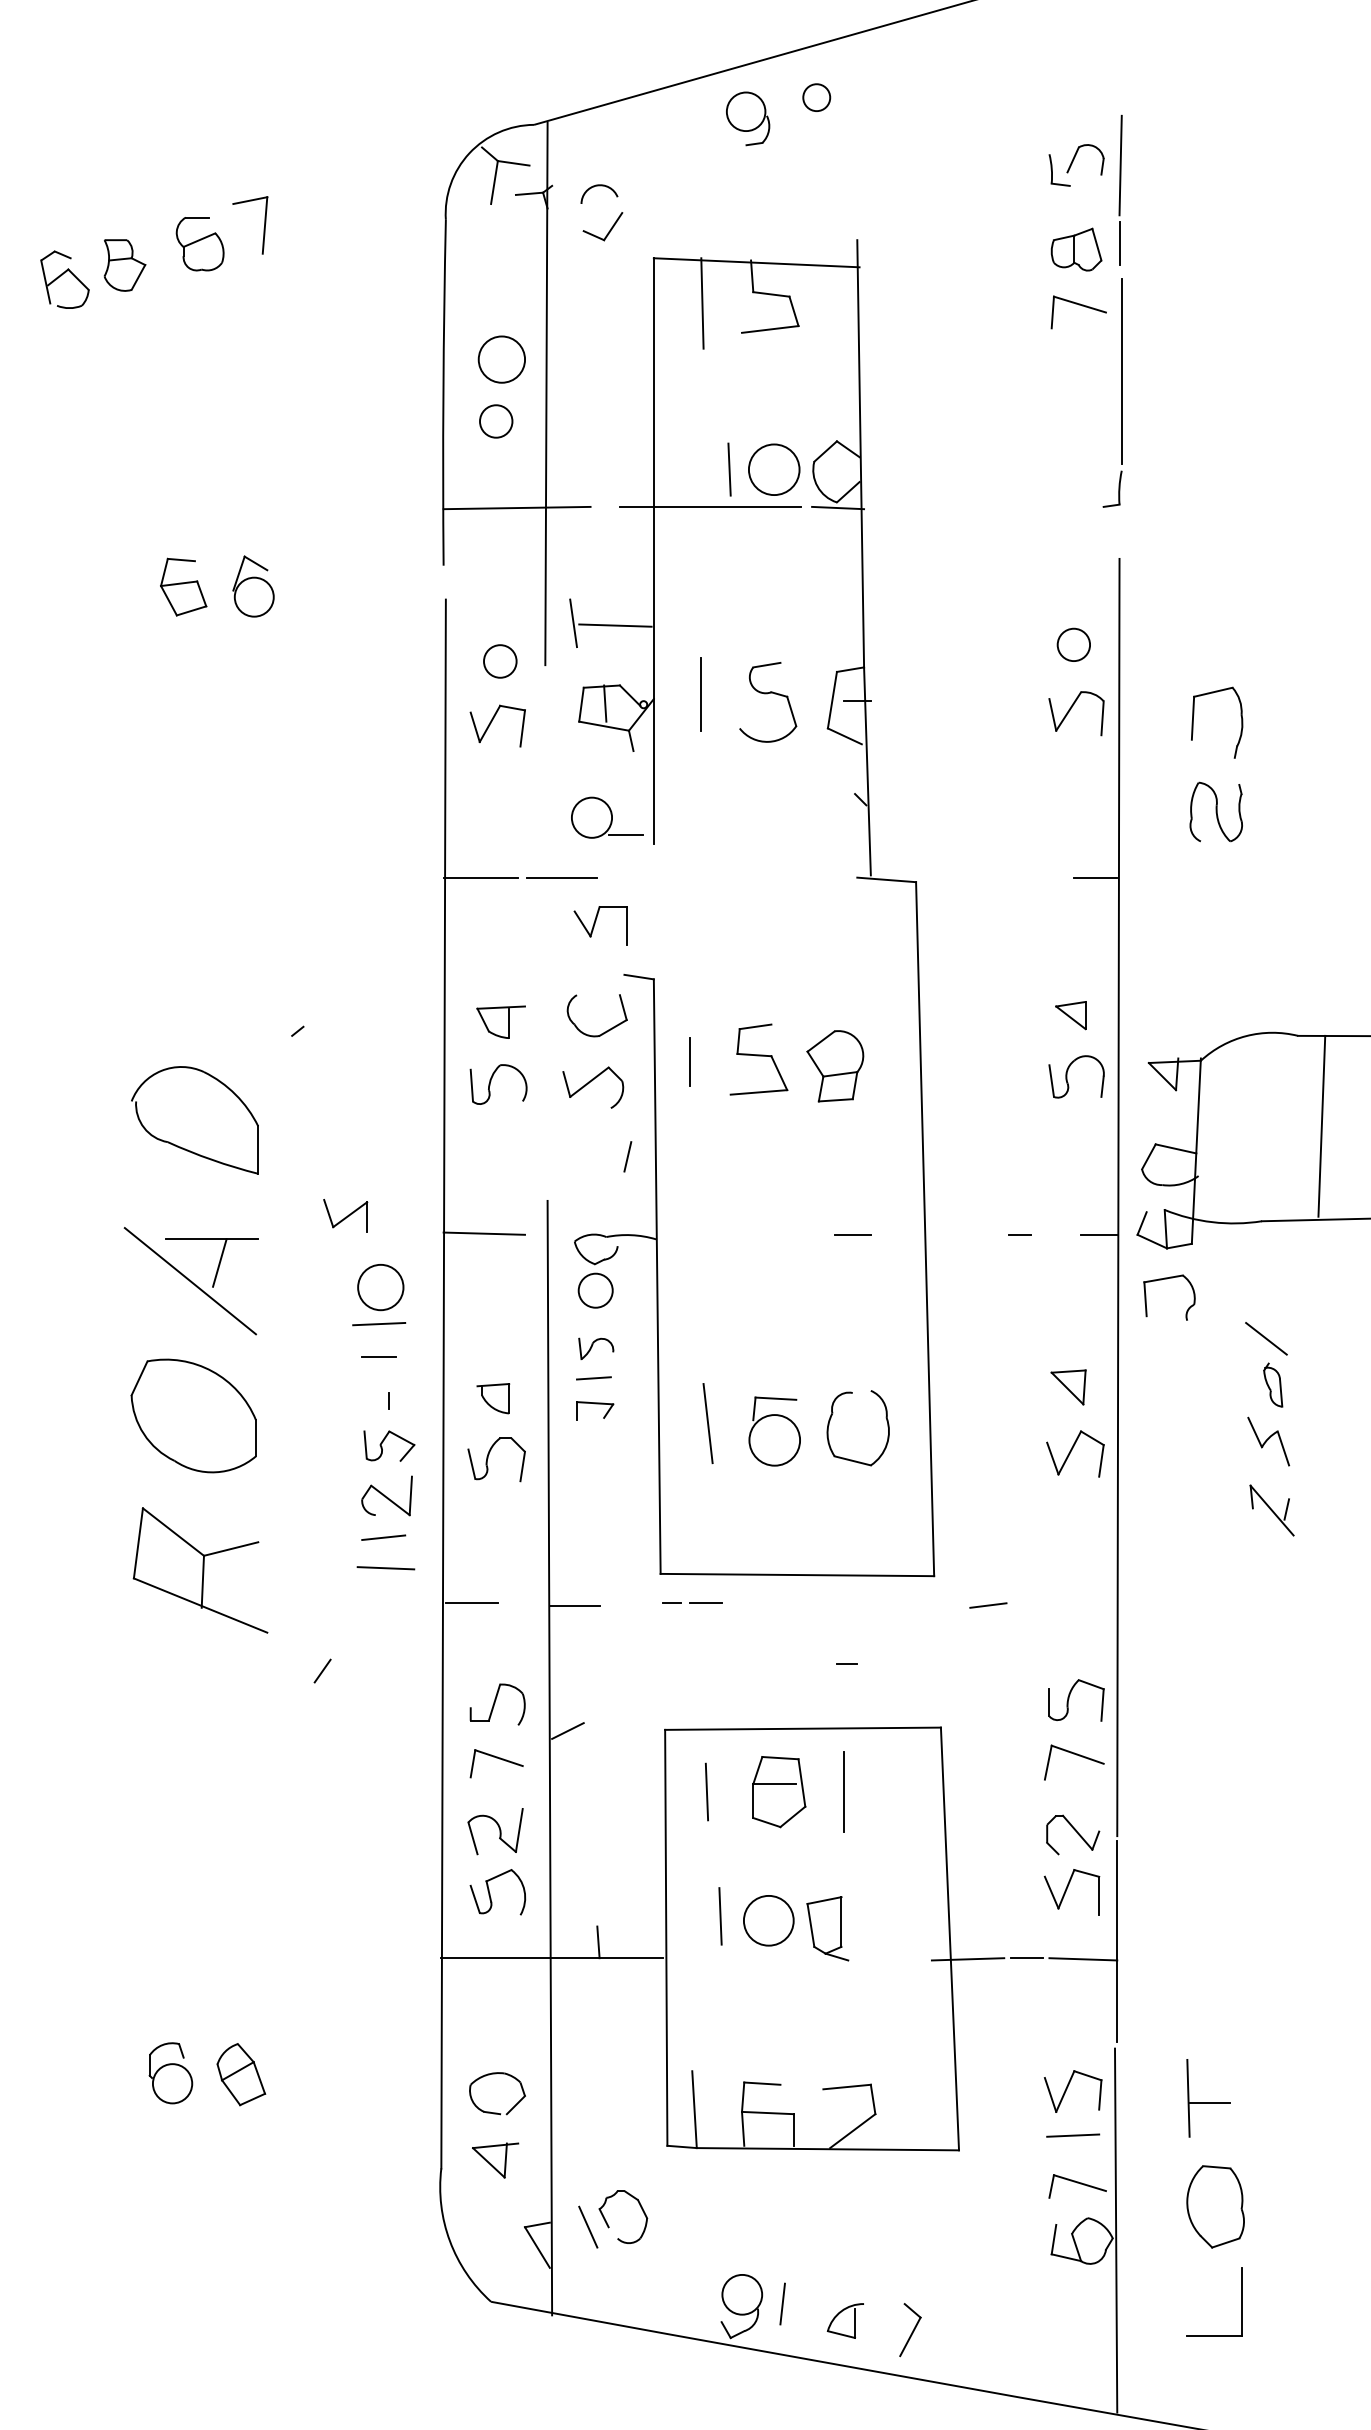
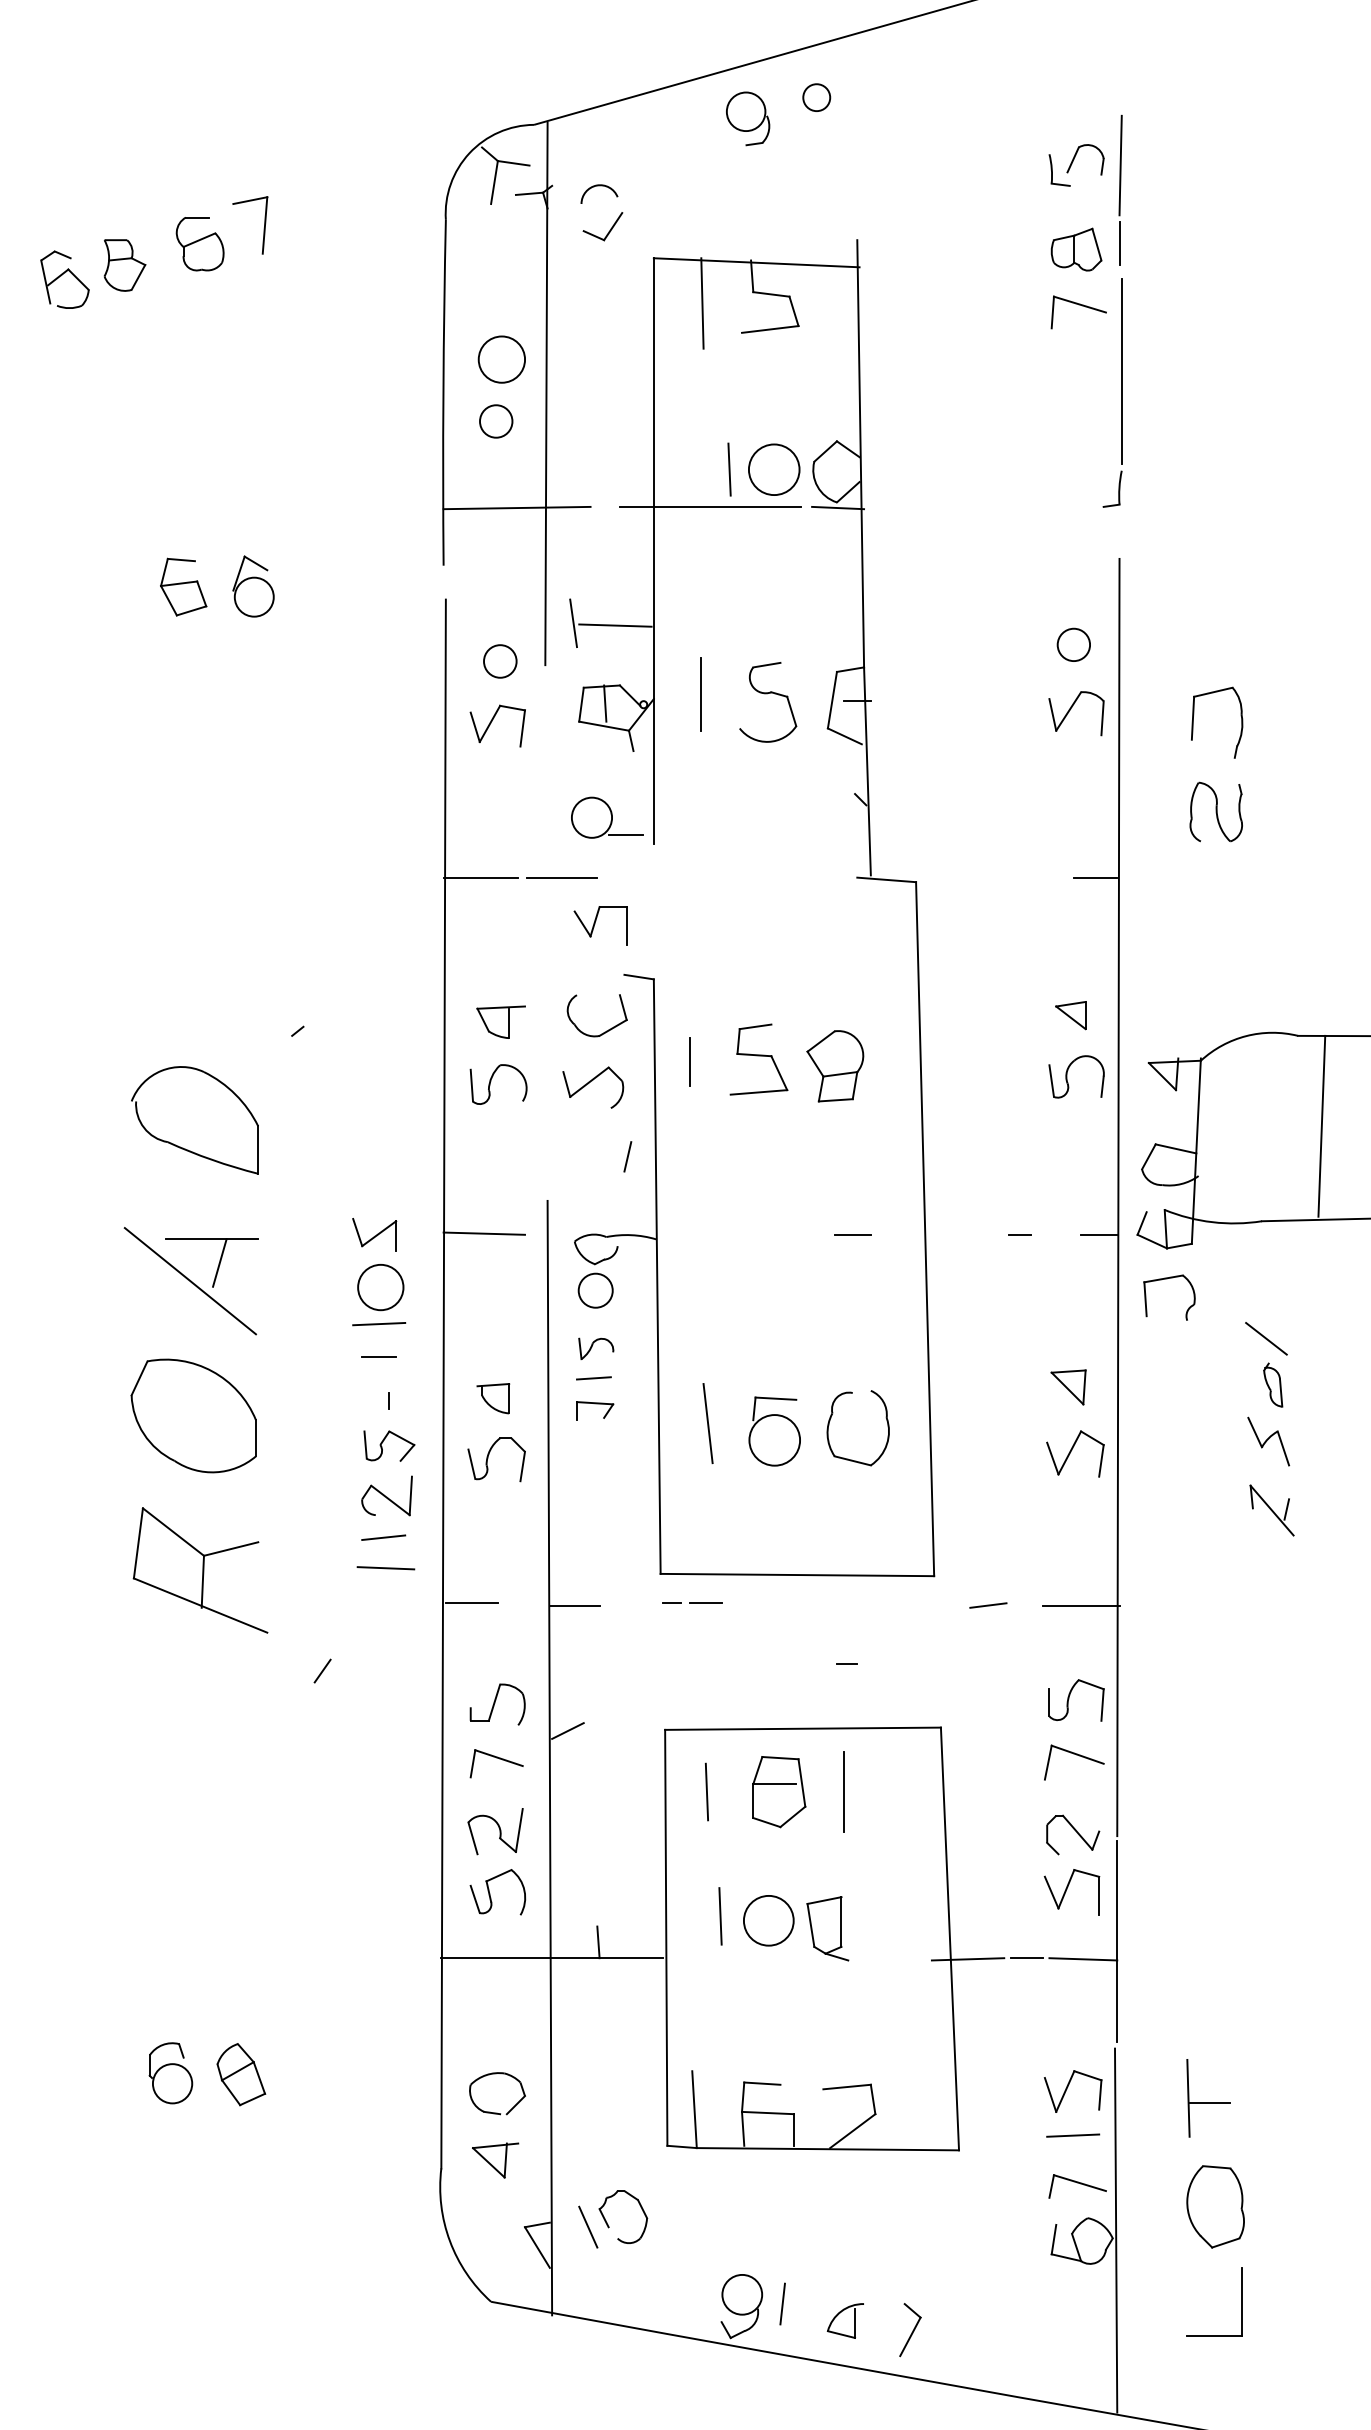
part at (345, 1215) position: (345, 1215) -> (374, 1234)
line at (1080, 1605): none -> present
